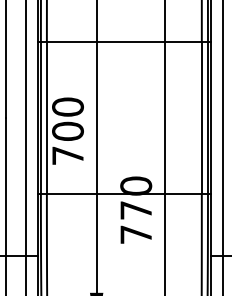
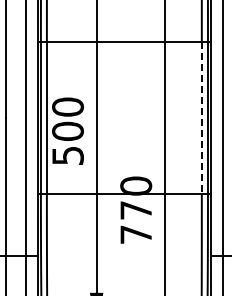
line at (201, 118): solid -> dashed
text at (67, 155): 700 -> 500
